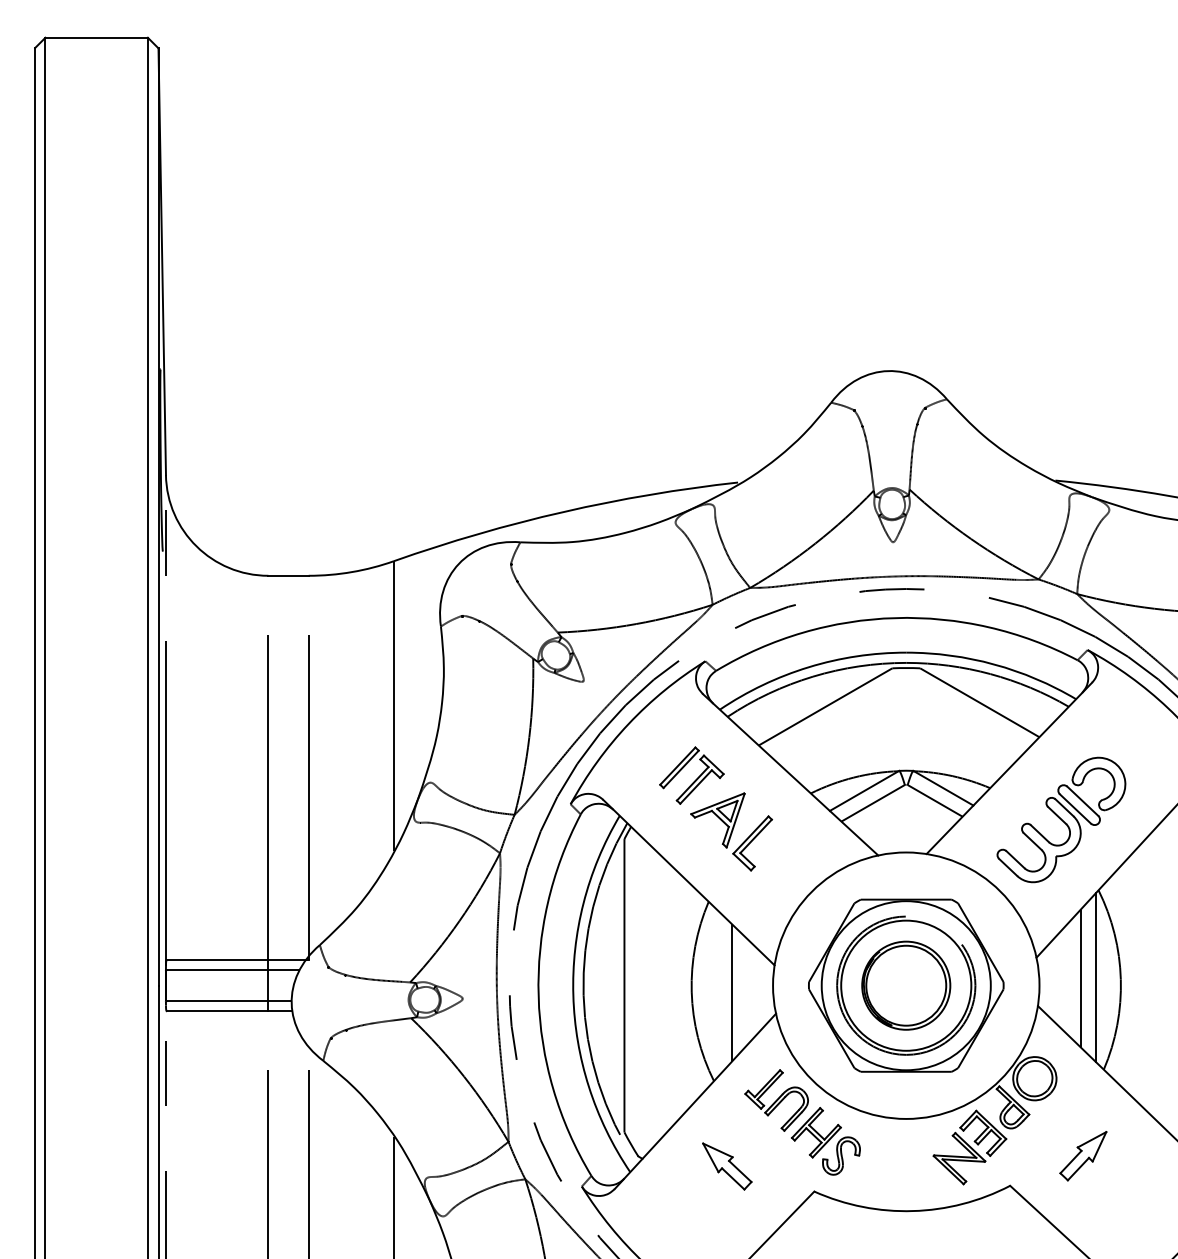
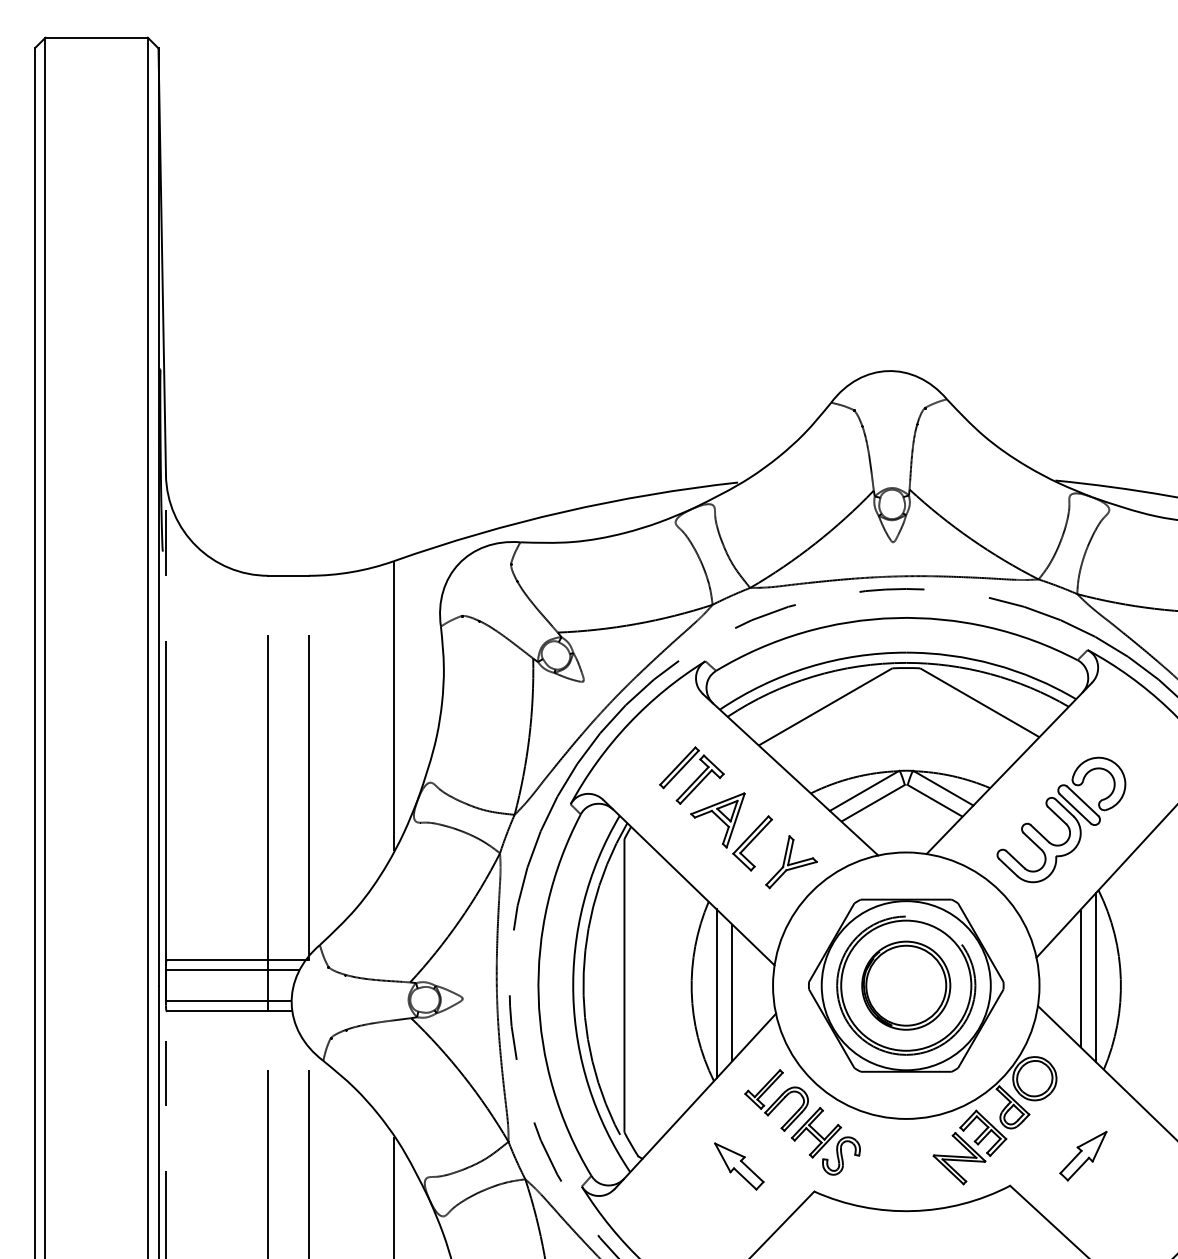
part at (791, 862): none -> present
line at (716, 993): none -> present
part at (727, 1166) position: (727, 1166) -> (739, 1166)
